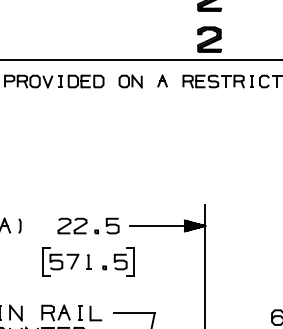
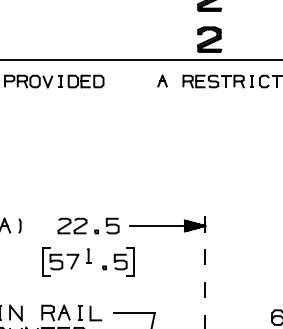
part at (130, 81): present -> none
part at (88, 261) position: (88, 261) -> (88, 255)
line at (205, 266): solid -> dashed
